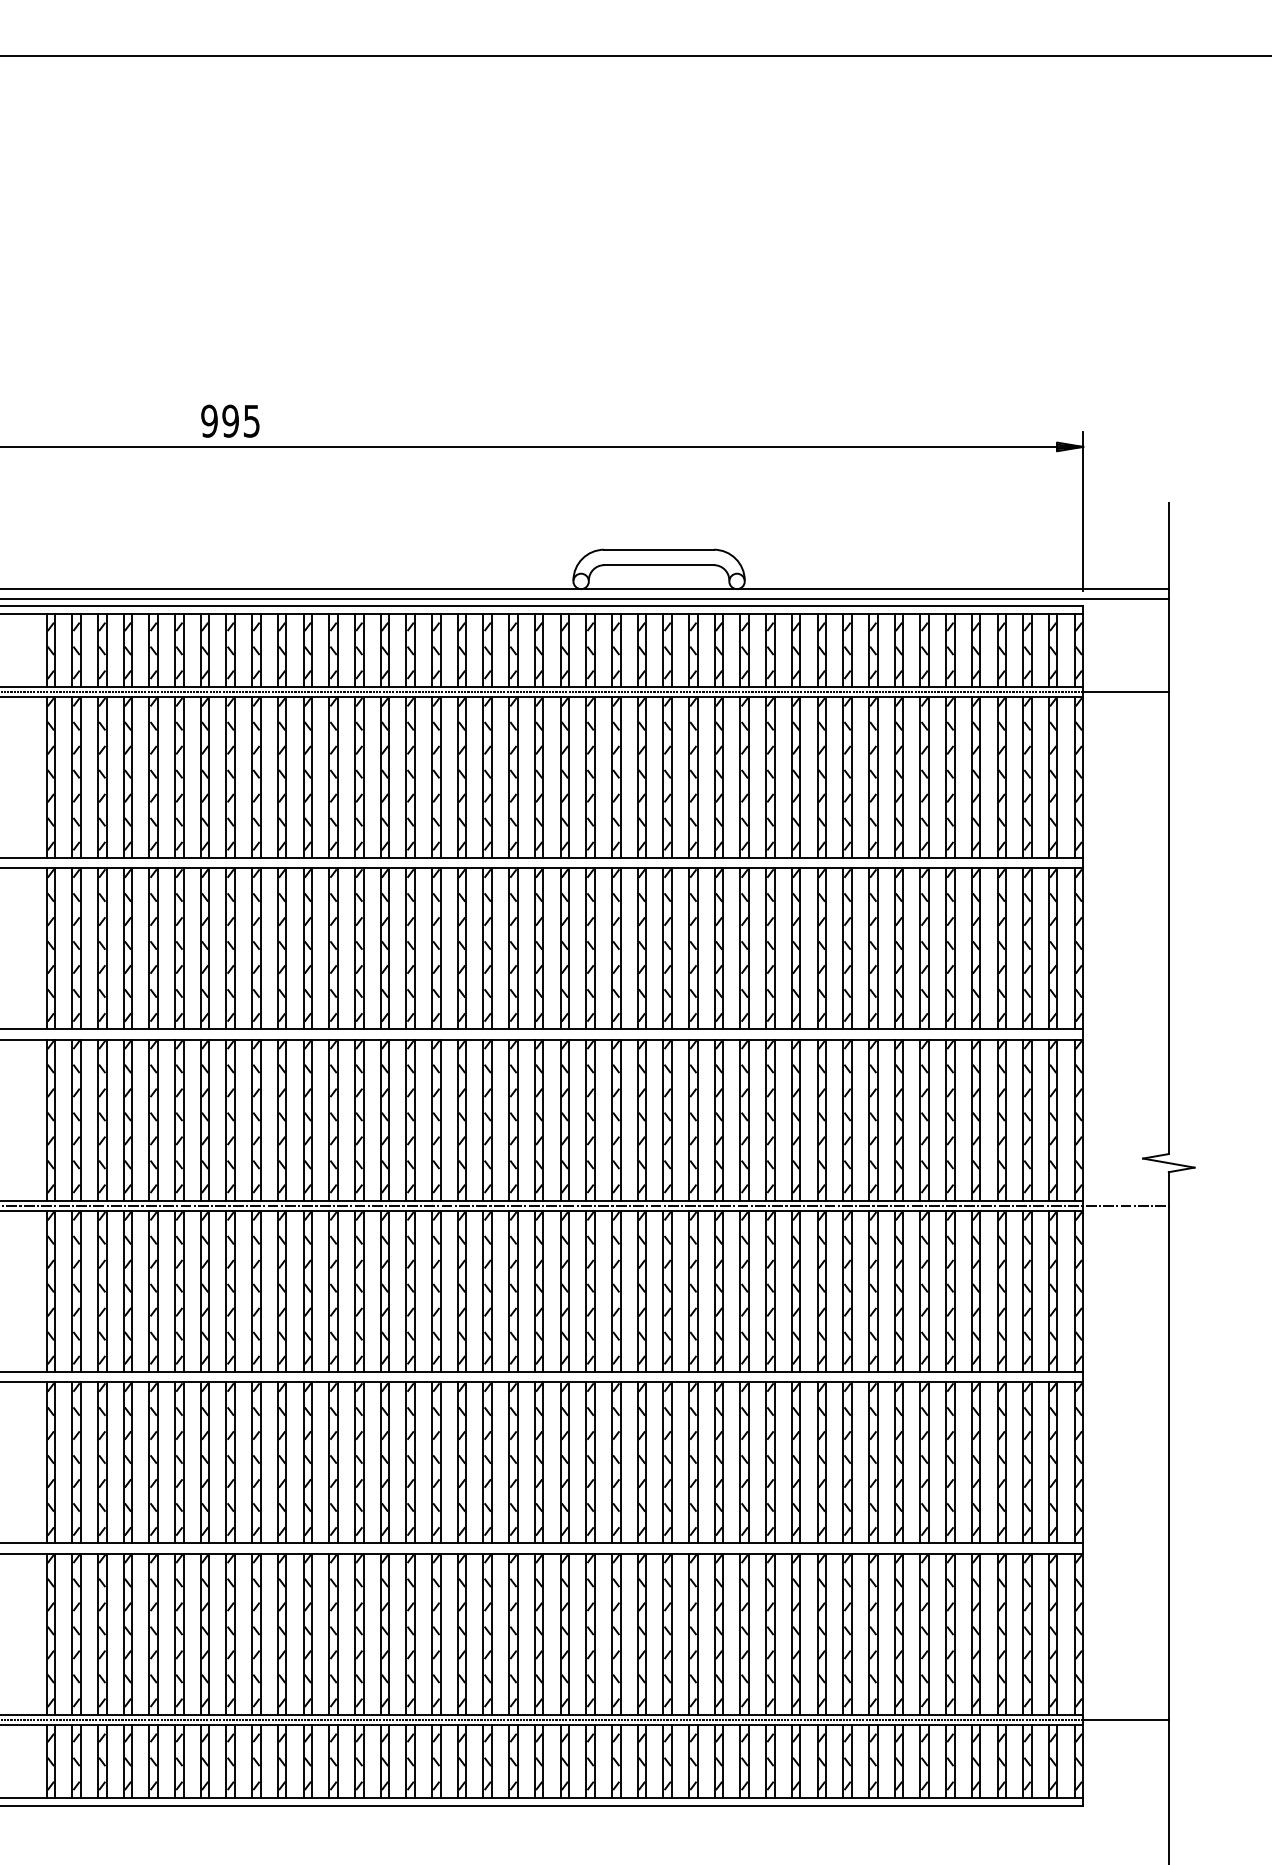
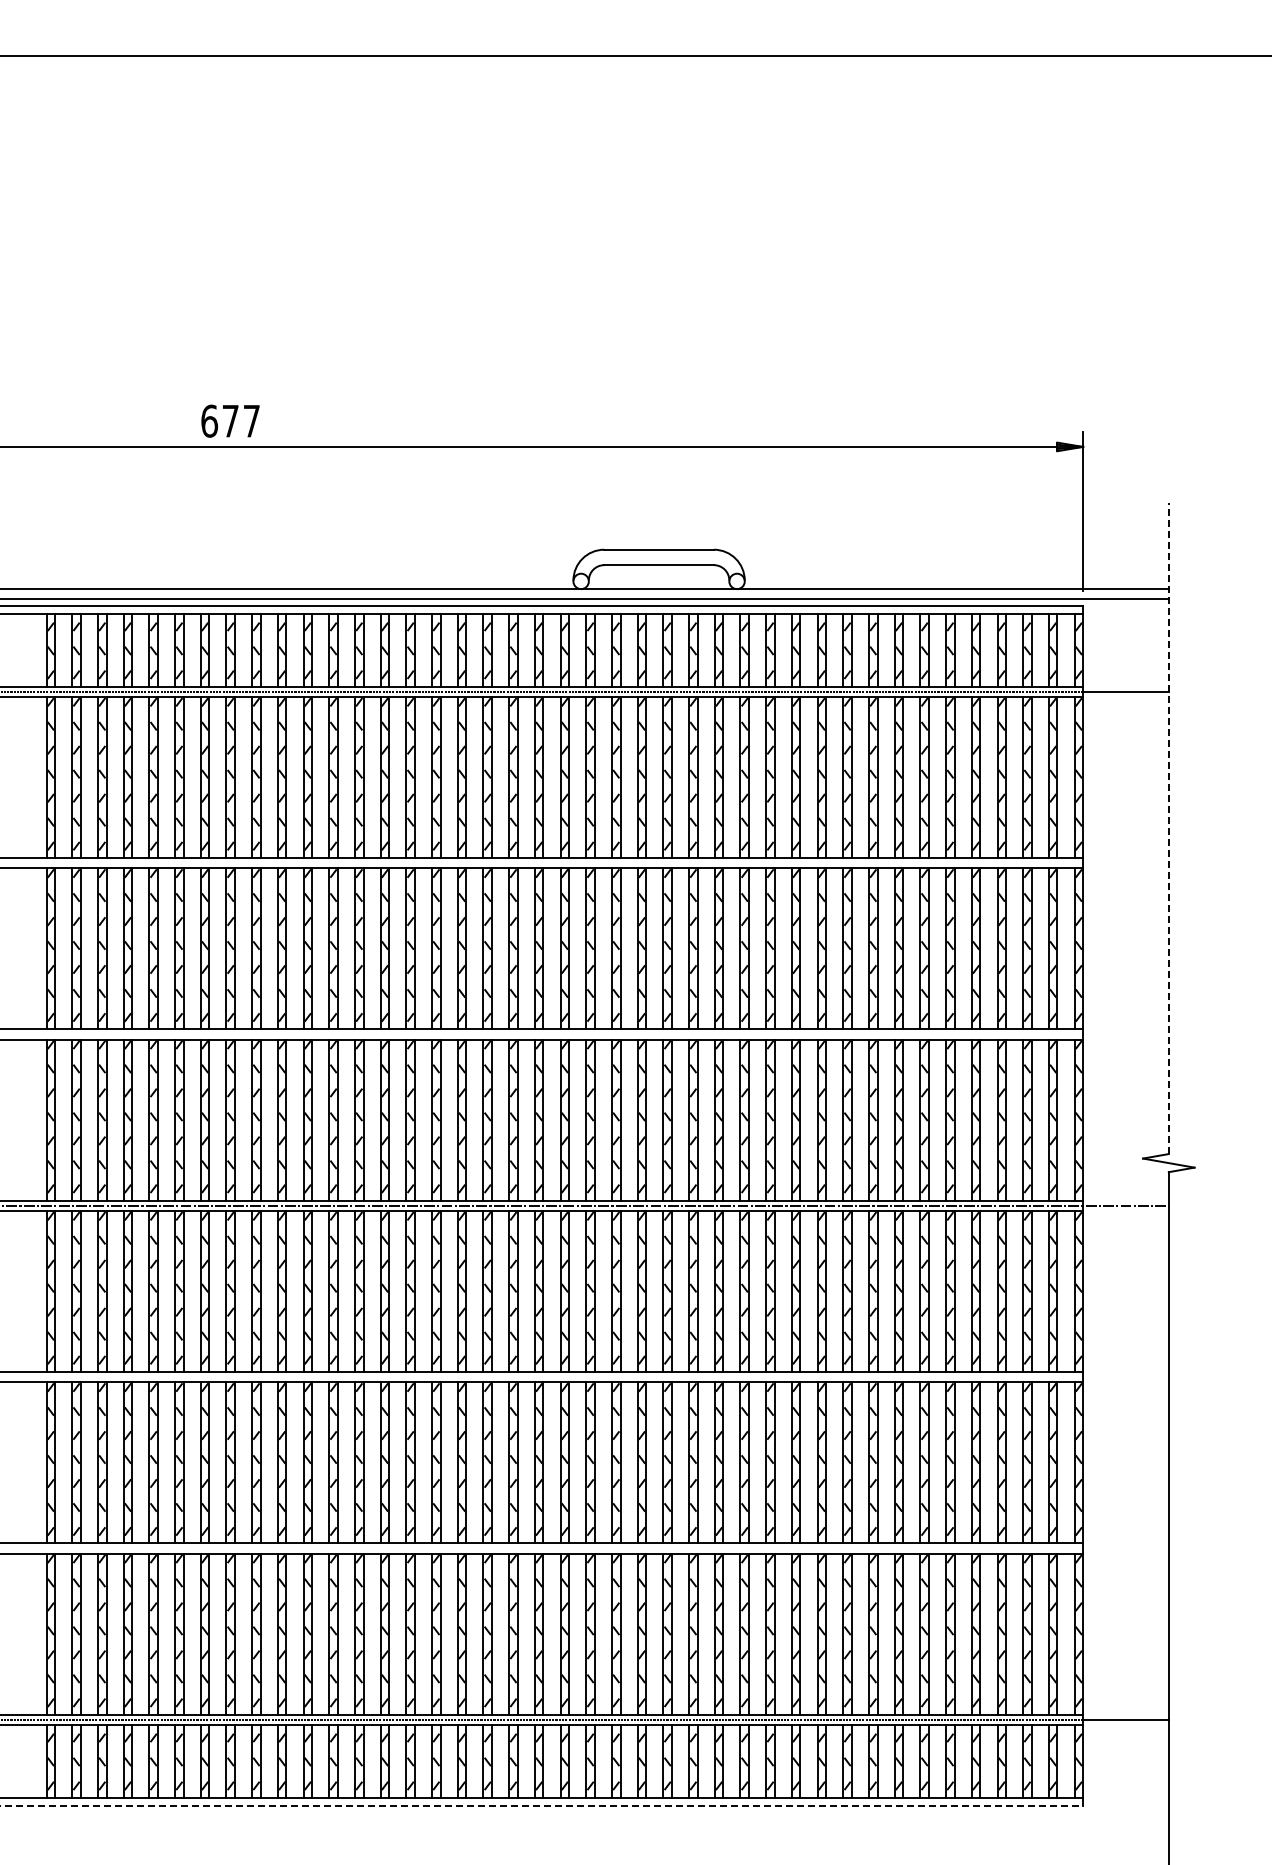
text at (230, 420): 995 -> 677
line at (1168, 828): solid -> dashed
line at (542, 1805): solid -> dashed
